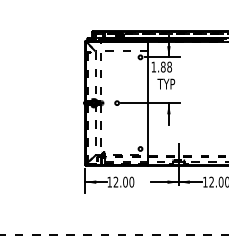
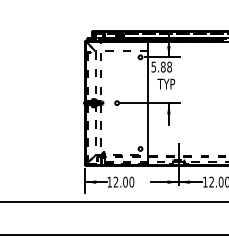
text at (153, 66): 1.88 -> 5.88
line at (113, 201): none -> present
line at (114, 235): dashed -> solid
